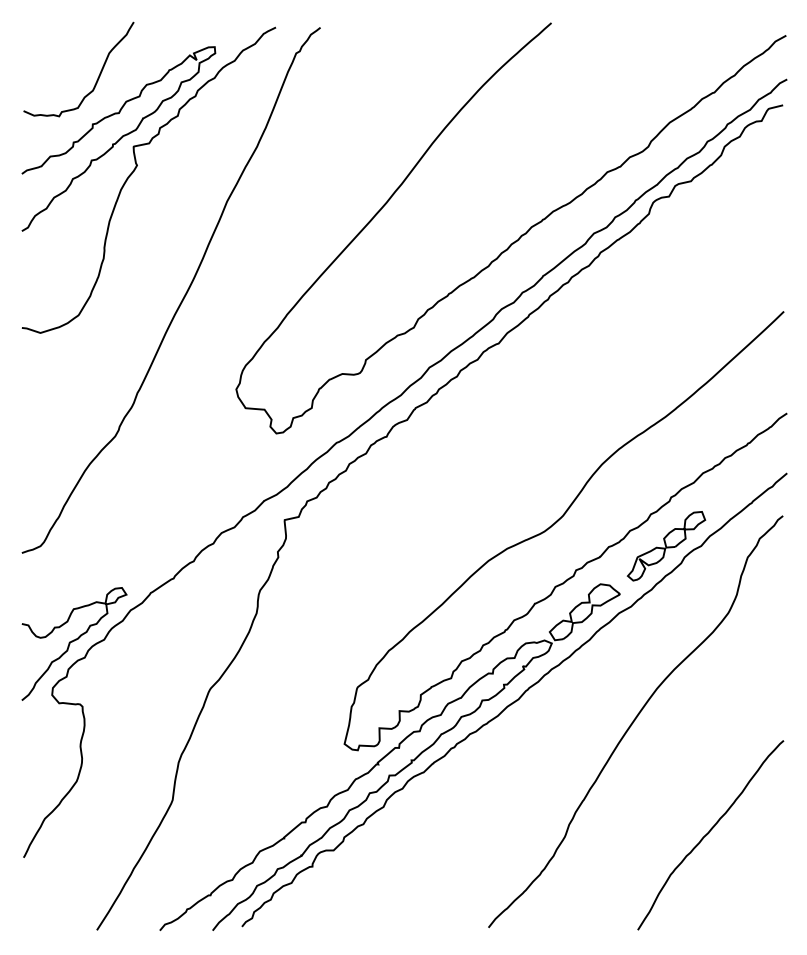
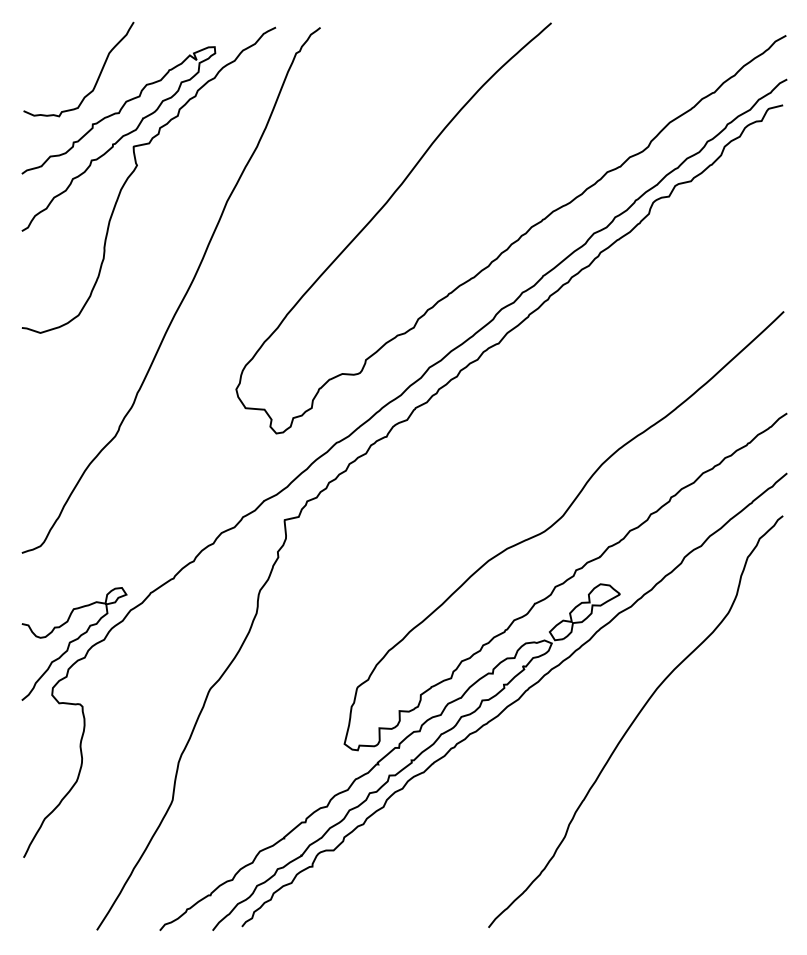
part at (666, 546): present -> none
curve at (709, 833): present -> none
